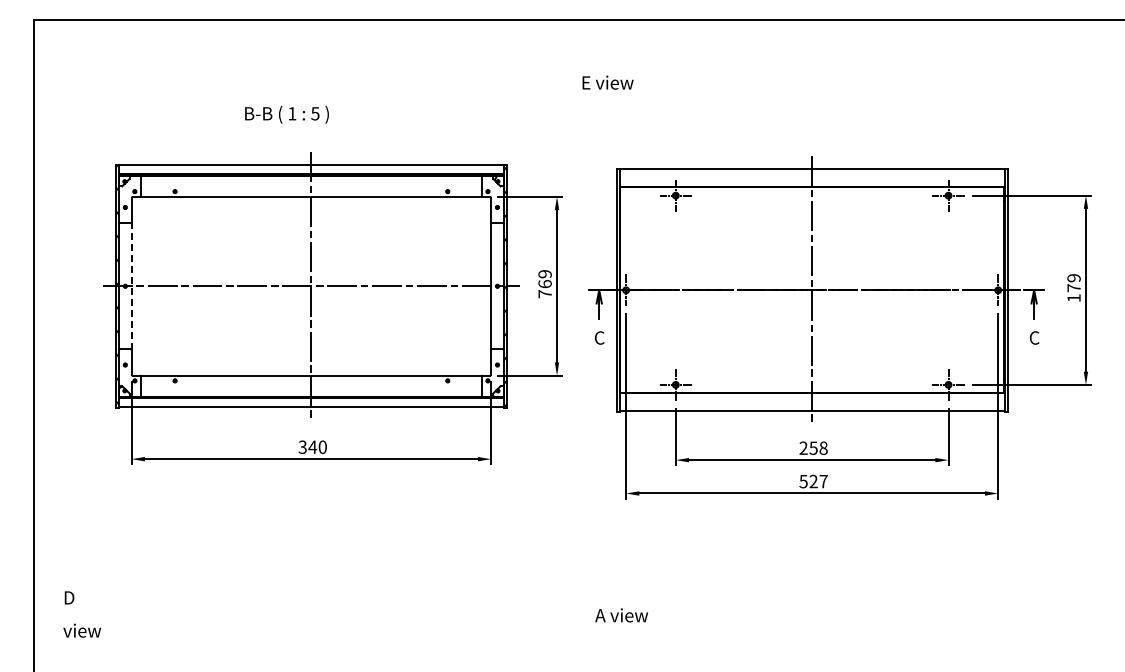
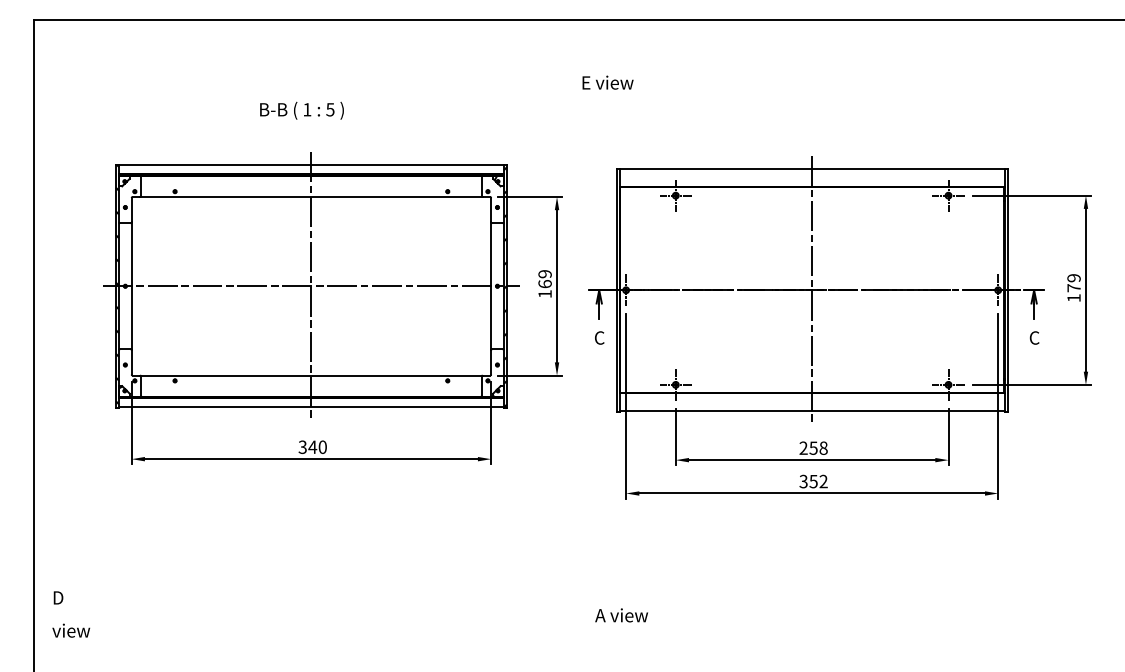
text at (286, 114) position: (286, 114) -> (301, 110)
line at (131, 286): dashed -> solid
text at (544, 294): 769 -> 169
text at (813, 481): 527 -> 352
text at (82, 614) position: (82, 614) -> (71, 614)
